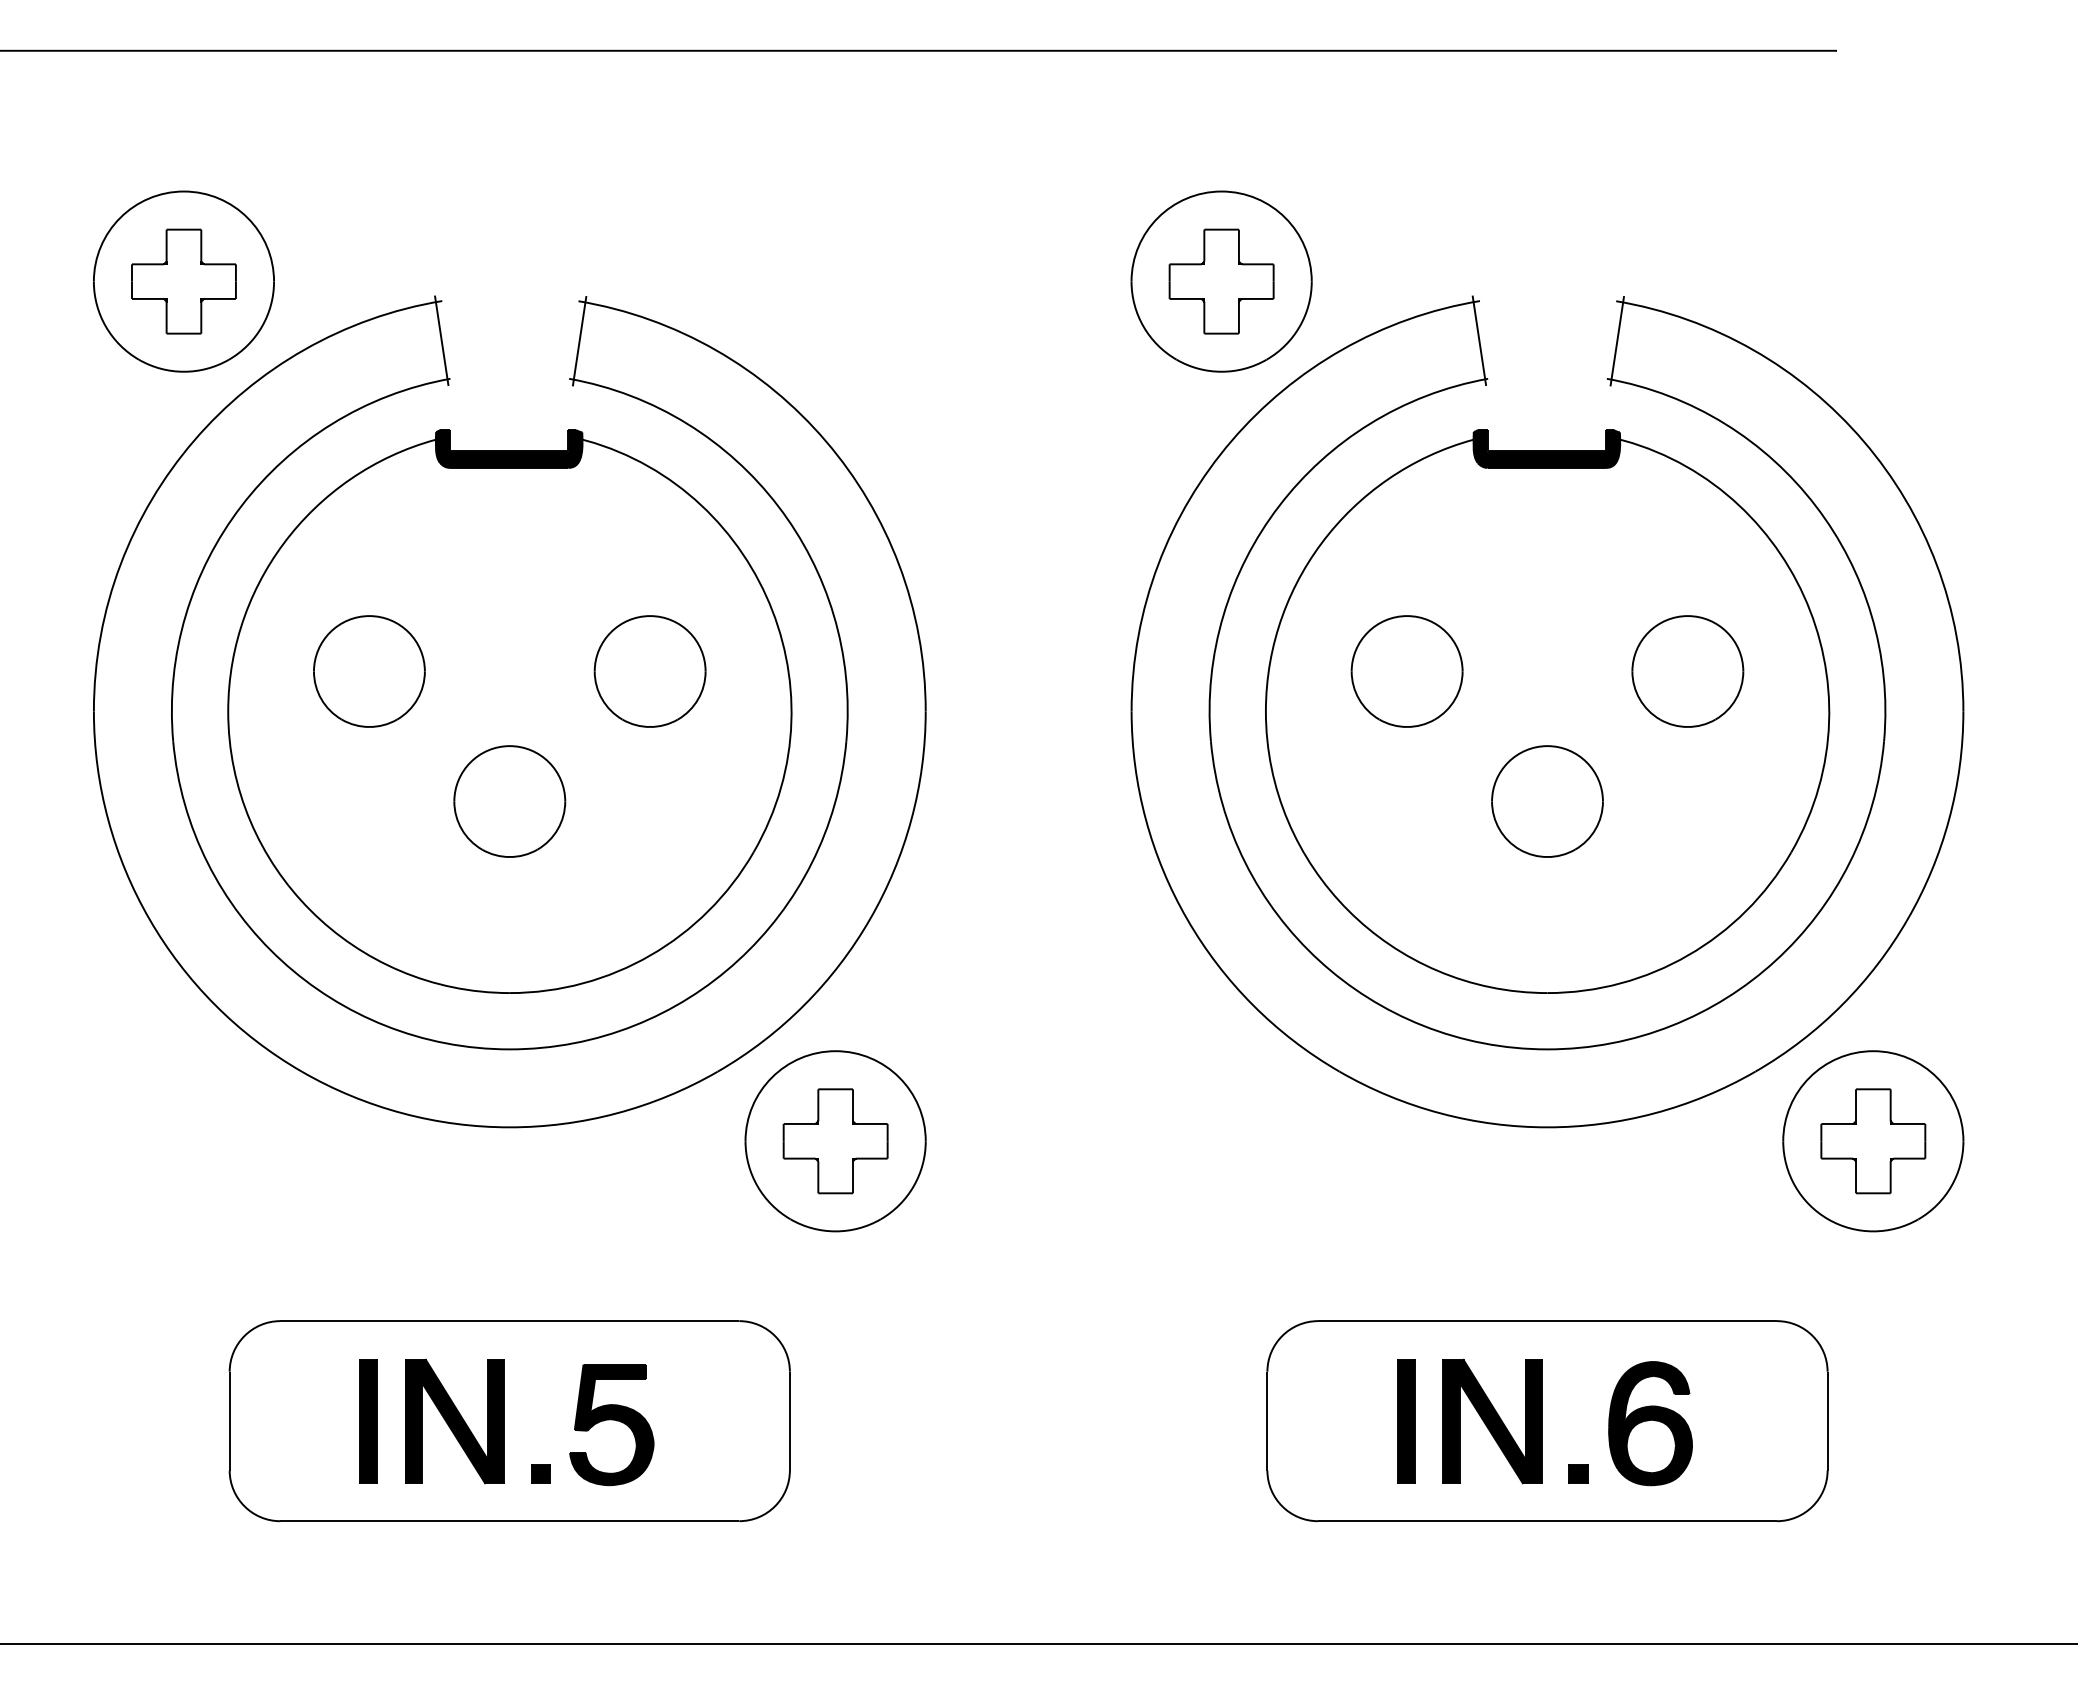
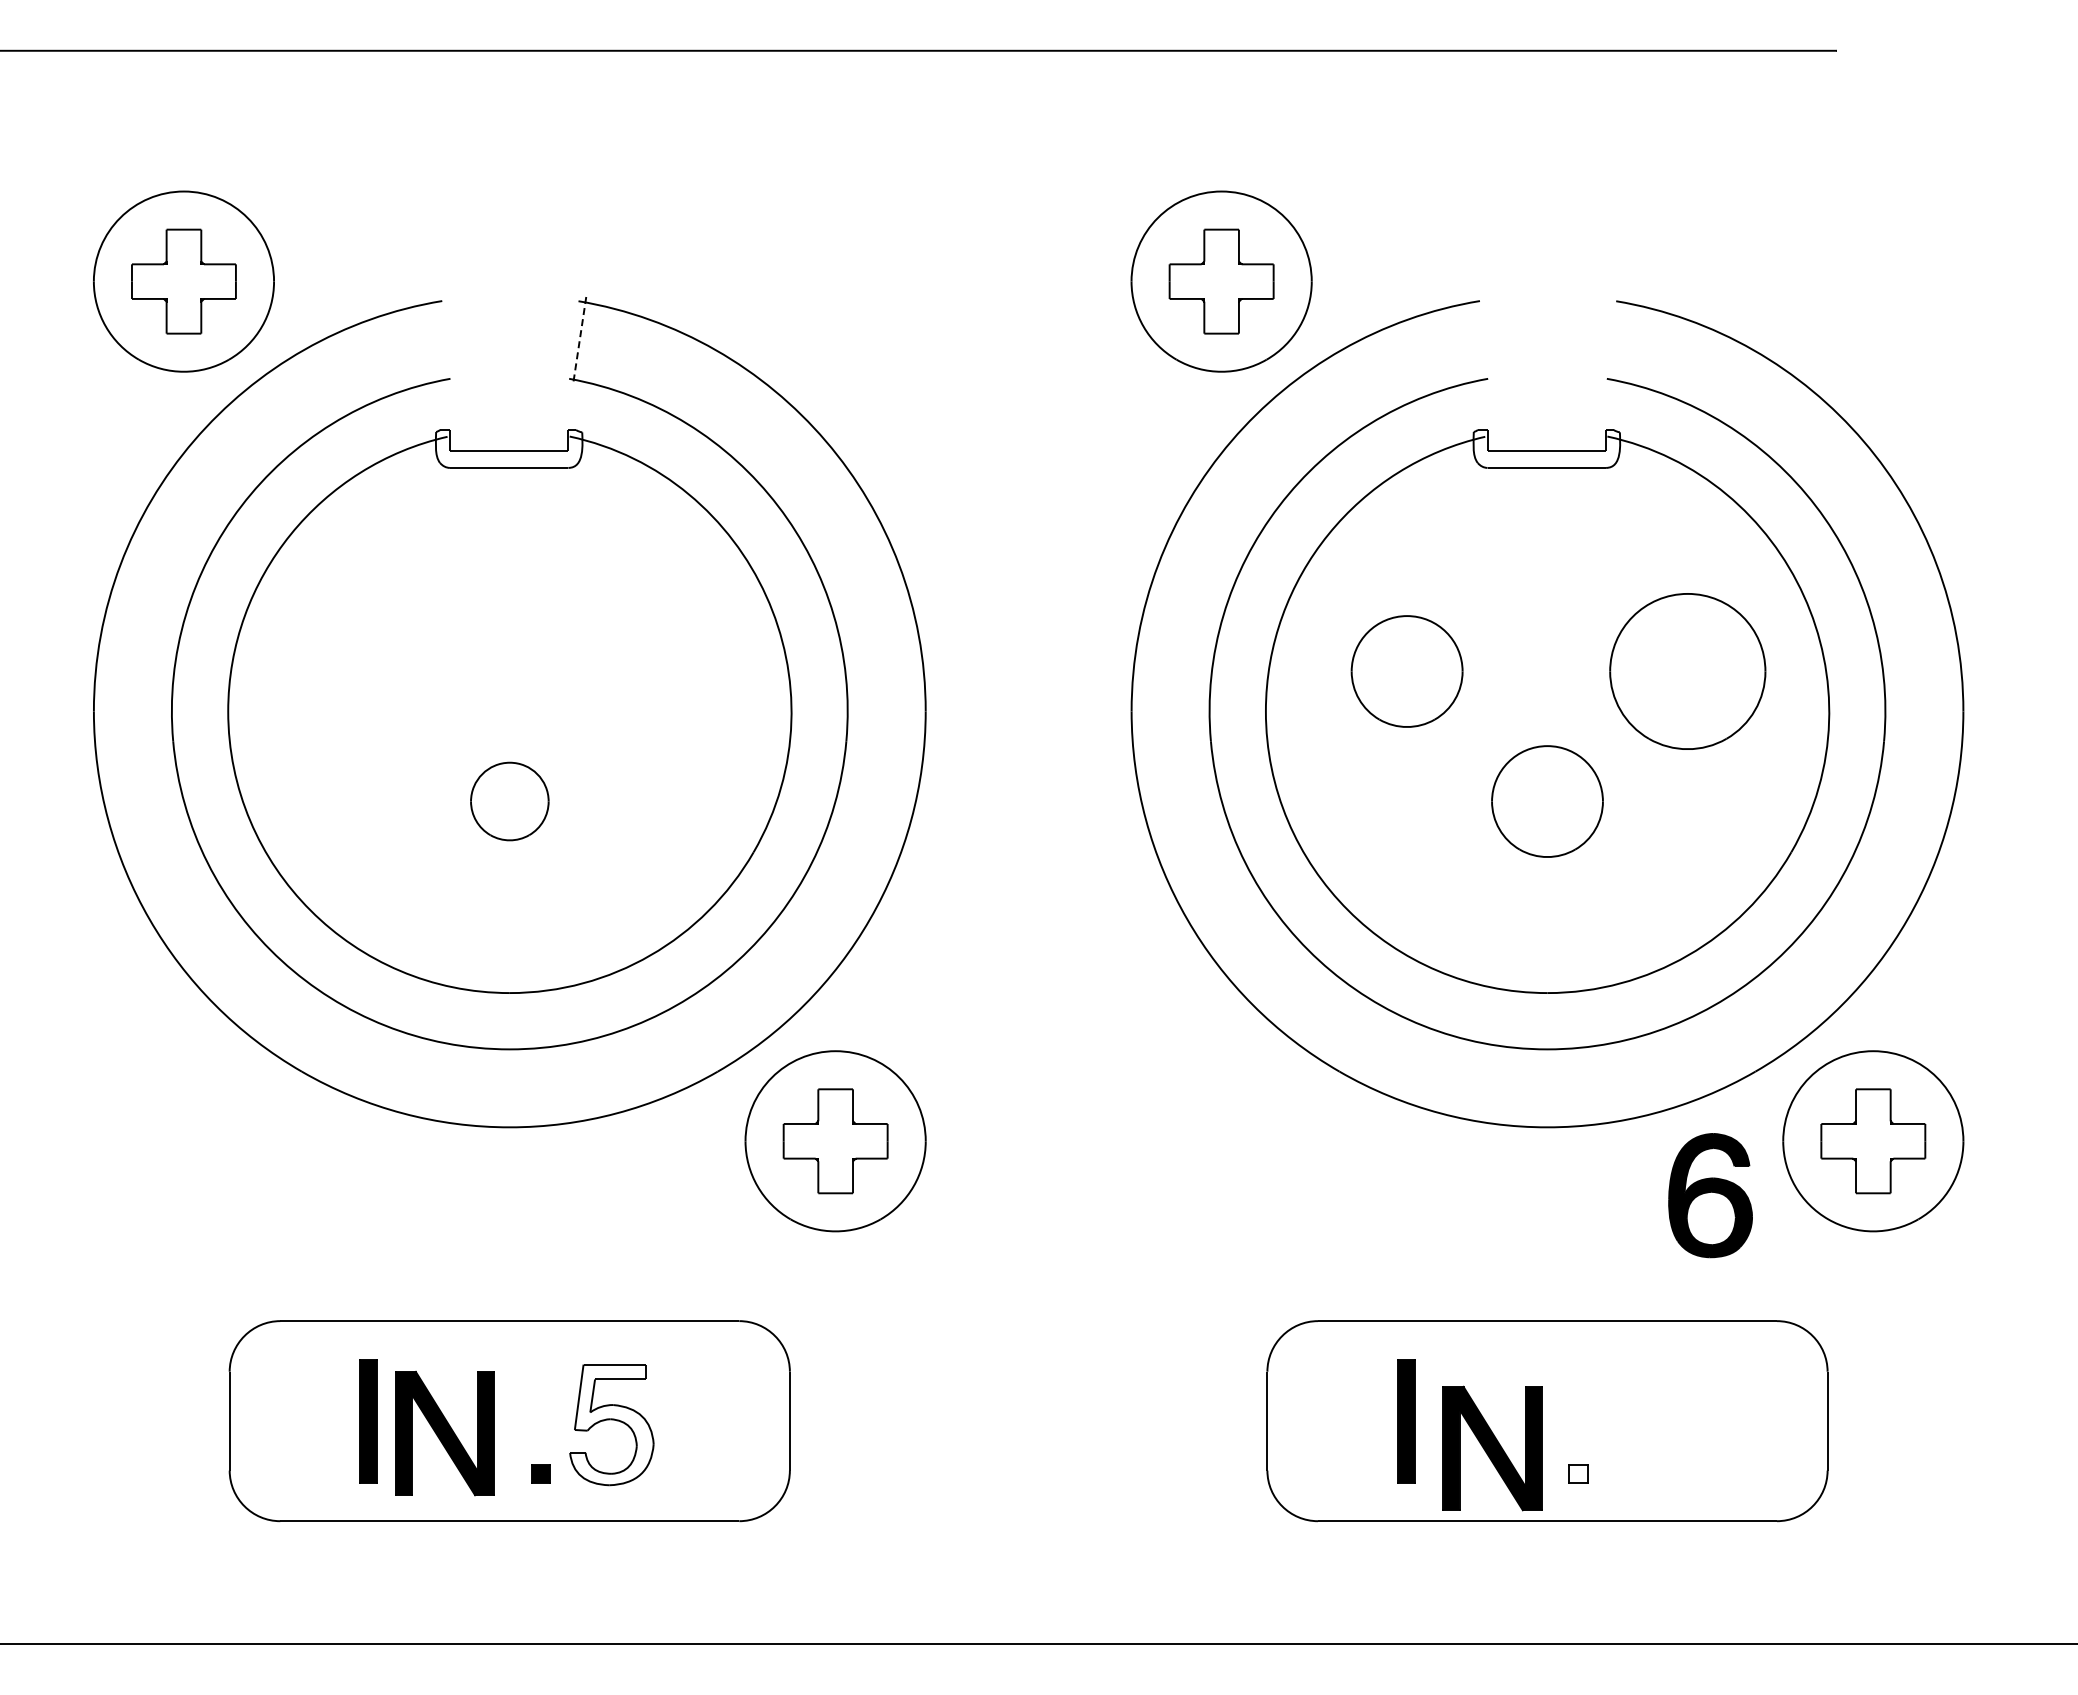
line at (441, 340): present -> none
line at (1479, 340): present -> none
line at (579, 341): solid -> dashed
line at (1616, 341): present -> none
fill at (508, 448): present -> none
fill at (1546, 448): present -> none
part at (369, 671): present -> none
part at (649, 671): present -> none
part at (1687, 671) size: 114x113 px -> 158x157 px
part at (509, 801) size: 114x113 px -> 80x81 px
part at (454, 1421) position: (454, 1421) -> (444, 1433)
part at (1492, 1421) position: (1492, 1421) -> (1492, 1448)
part at (1650, 1423) position: (1650, 1423) -> (1710, 1195)
fill at (611, 1424): present -> none
fill at (1578, 1474): present -> none
